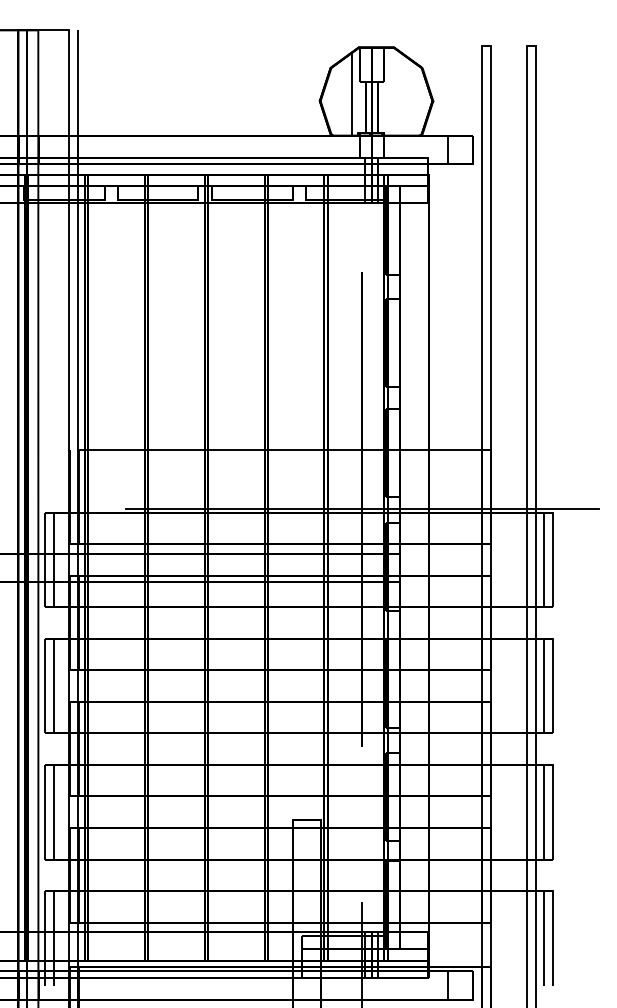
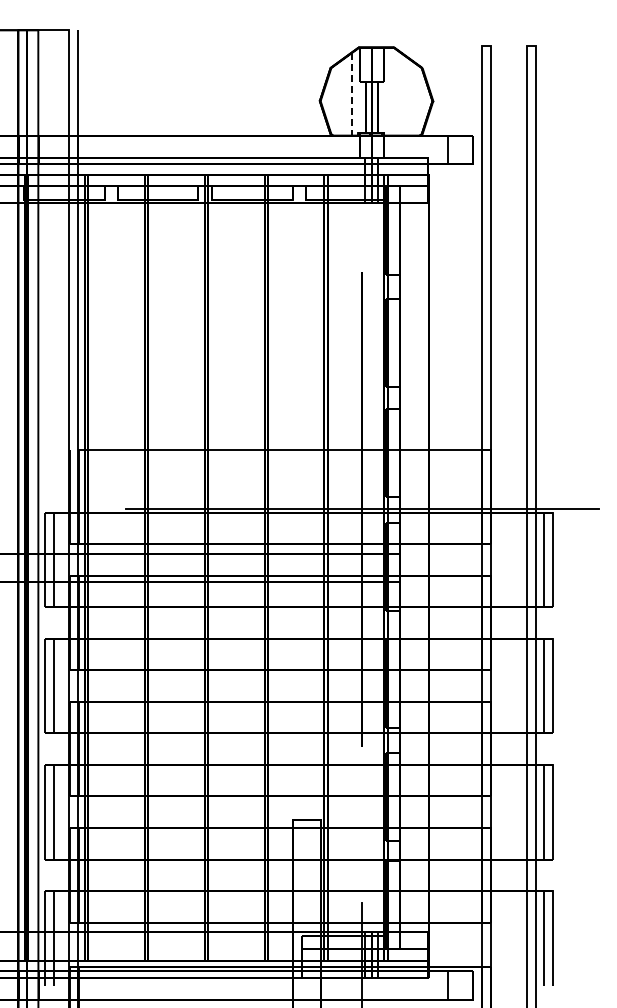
line at (352, 94): solid -> dashed
